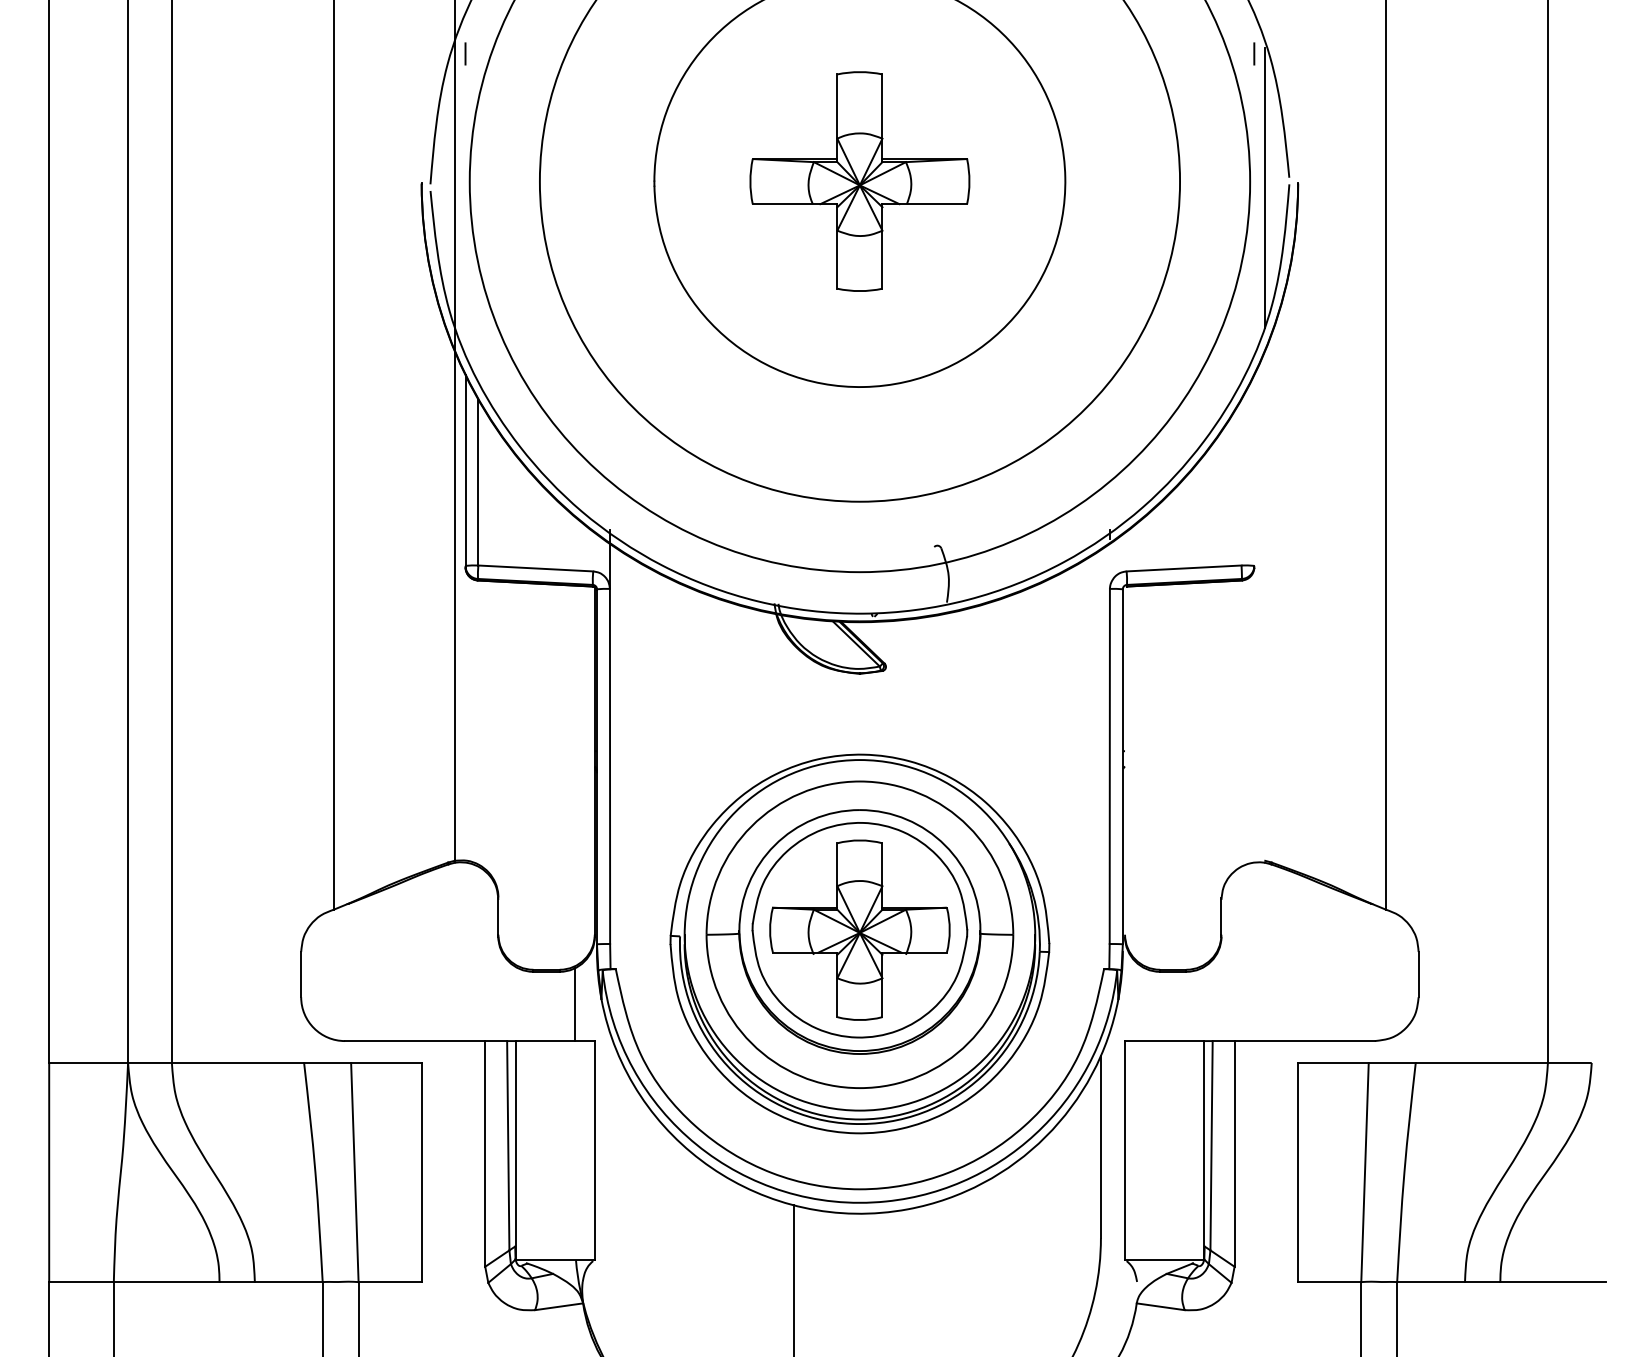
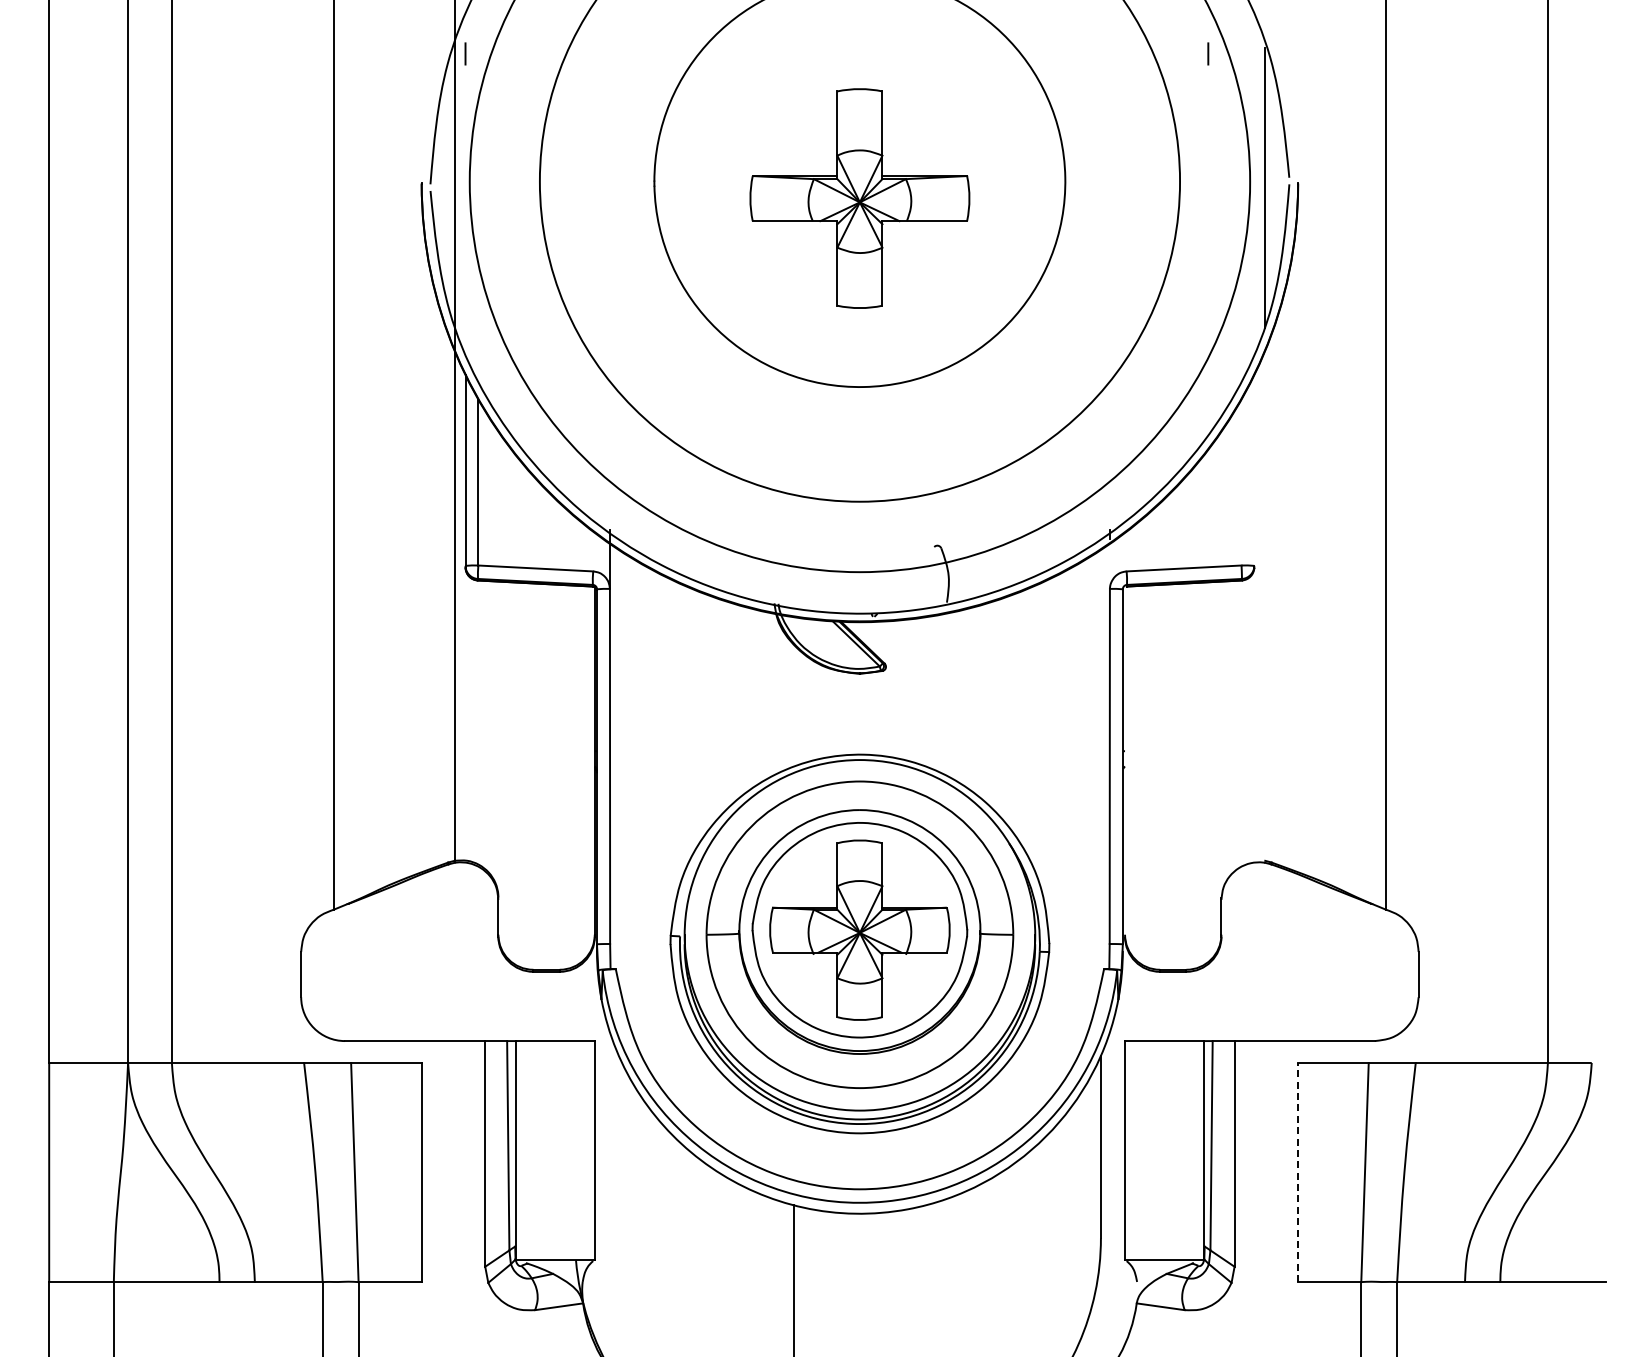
line at (1254, 53) position: (1254, 53) -> (1208, 53)
part at (859, 181) position: (859, 181) -> (859, 198)
line at (575, 1004): present -> none
line at (1298, 1172): solid -> dashed
